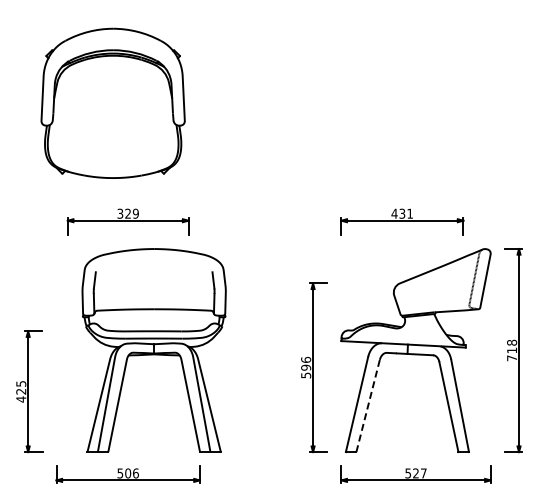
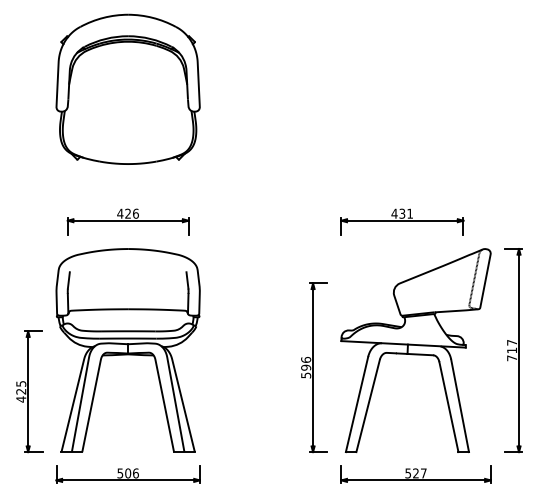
part at (112, 102) position: (112, 102) -> (127, 88)
text at (127, 213): 329 -> 426
text at (512, 342): 718 -> 717
part at (153, 350) position: (153, 350) -> (127, 350)
line at (368, 405): dashed -> solid
